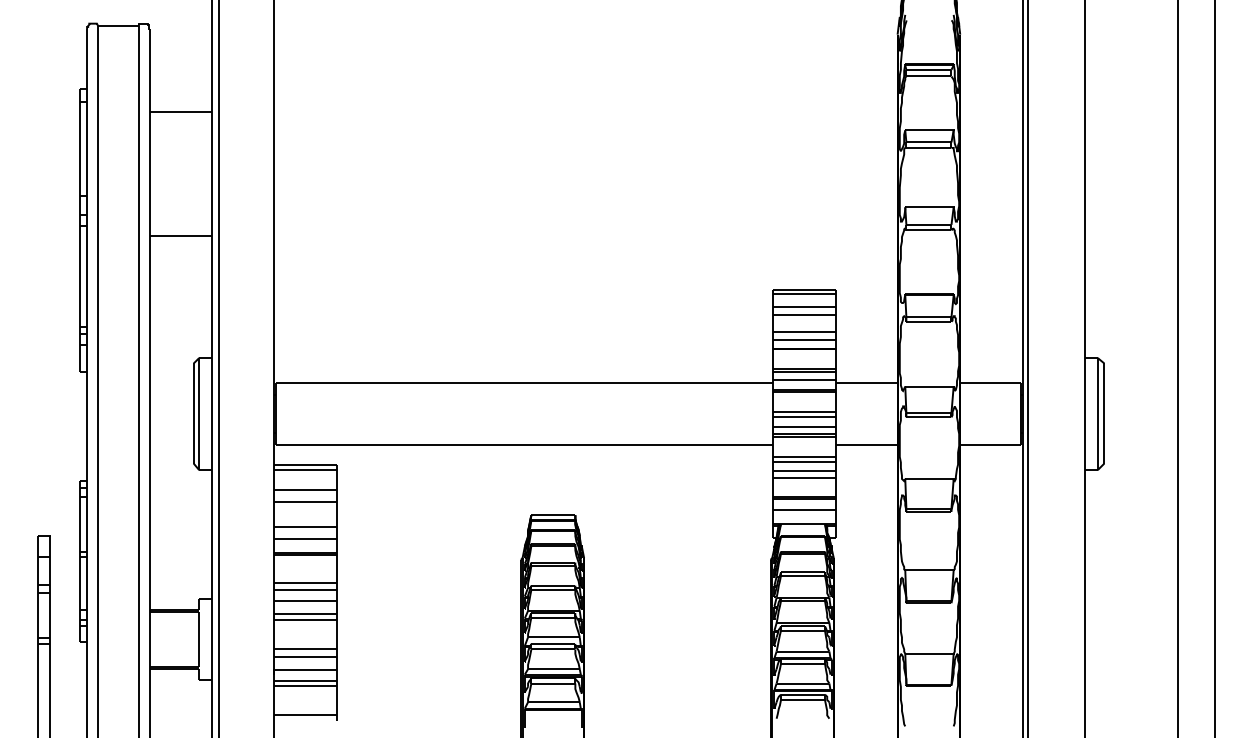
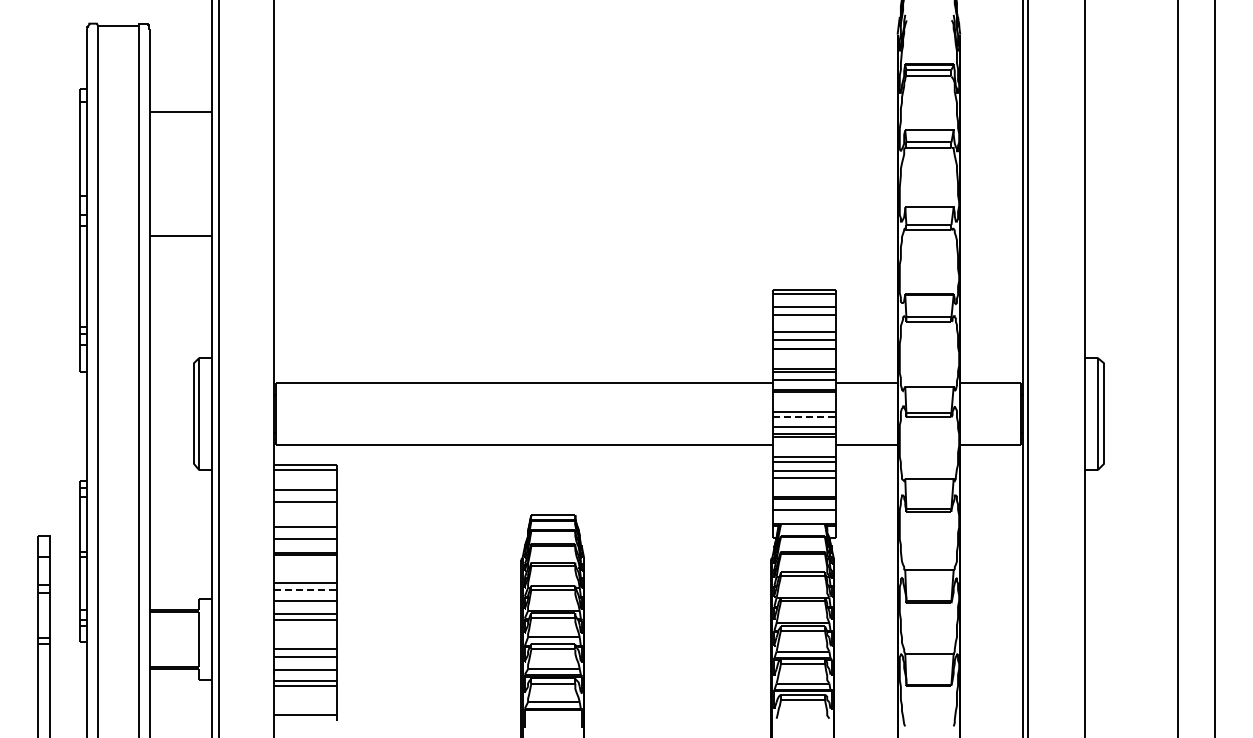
line at (805, 417): solid -> dashed
line at (305, 590): solid -> dashed
